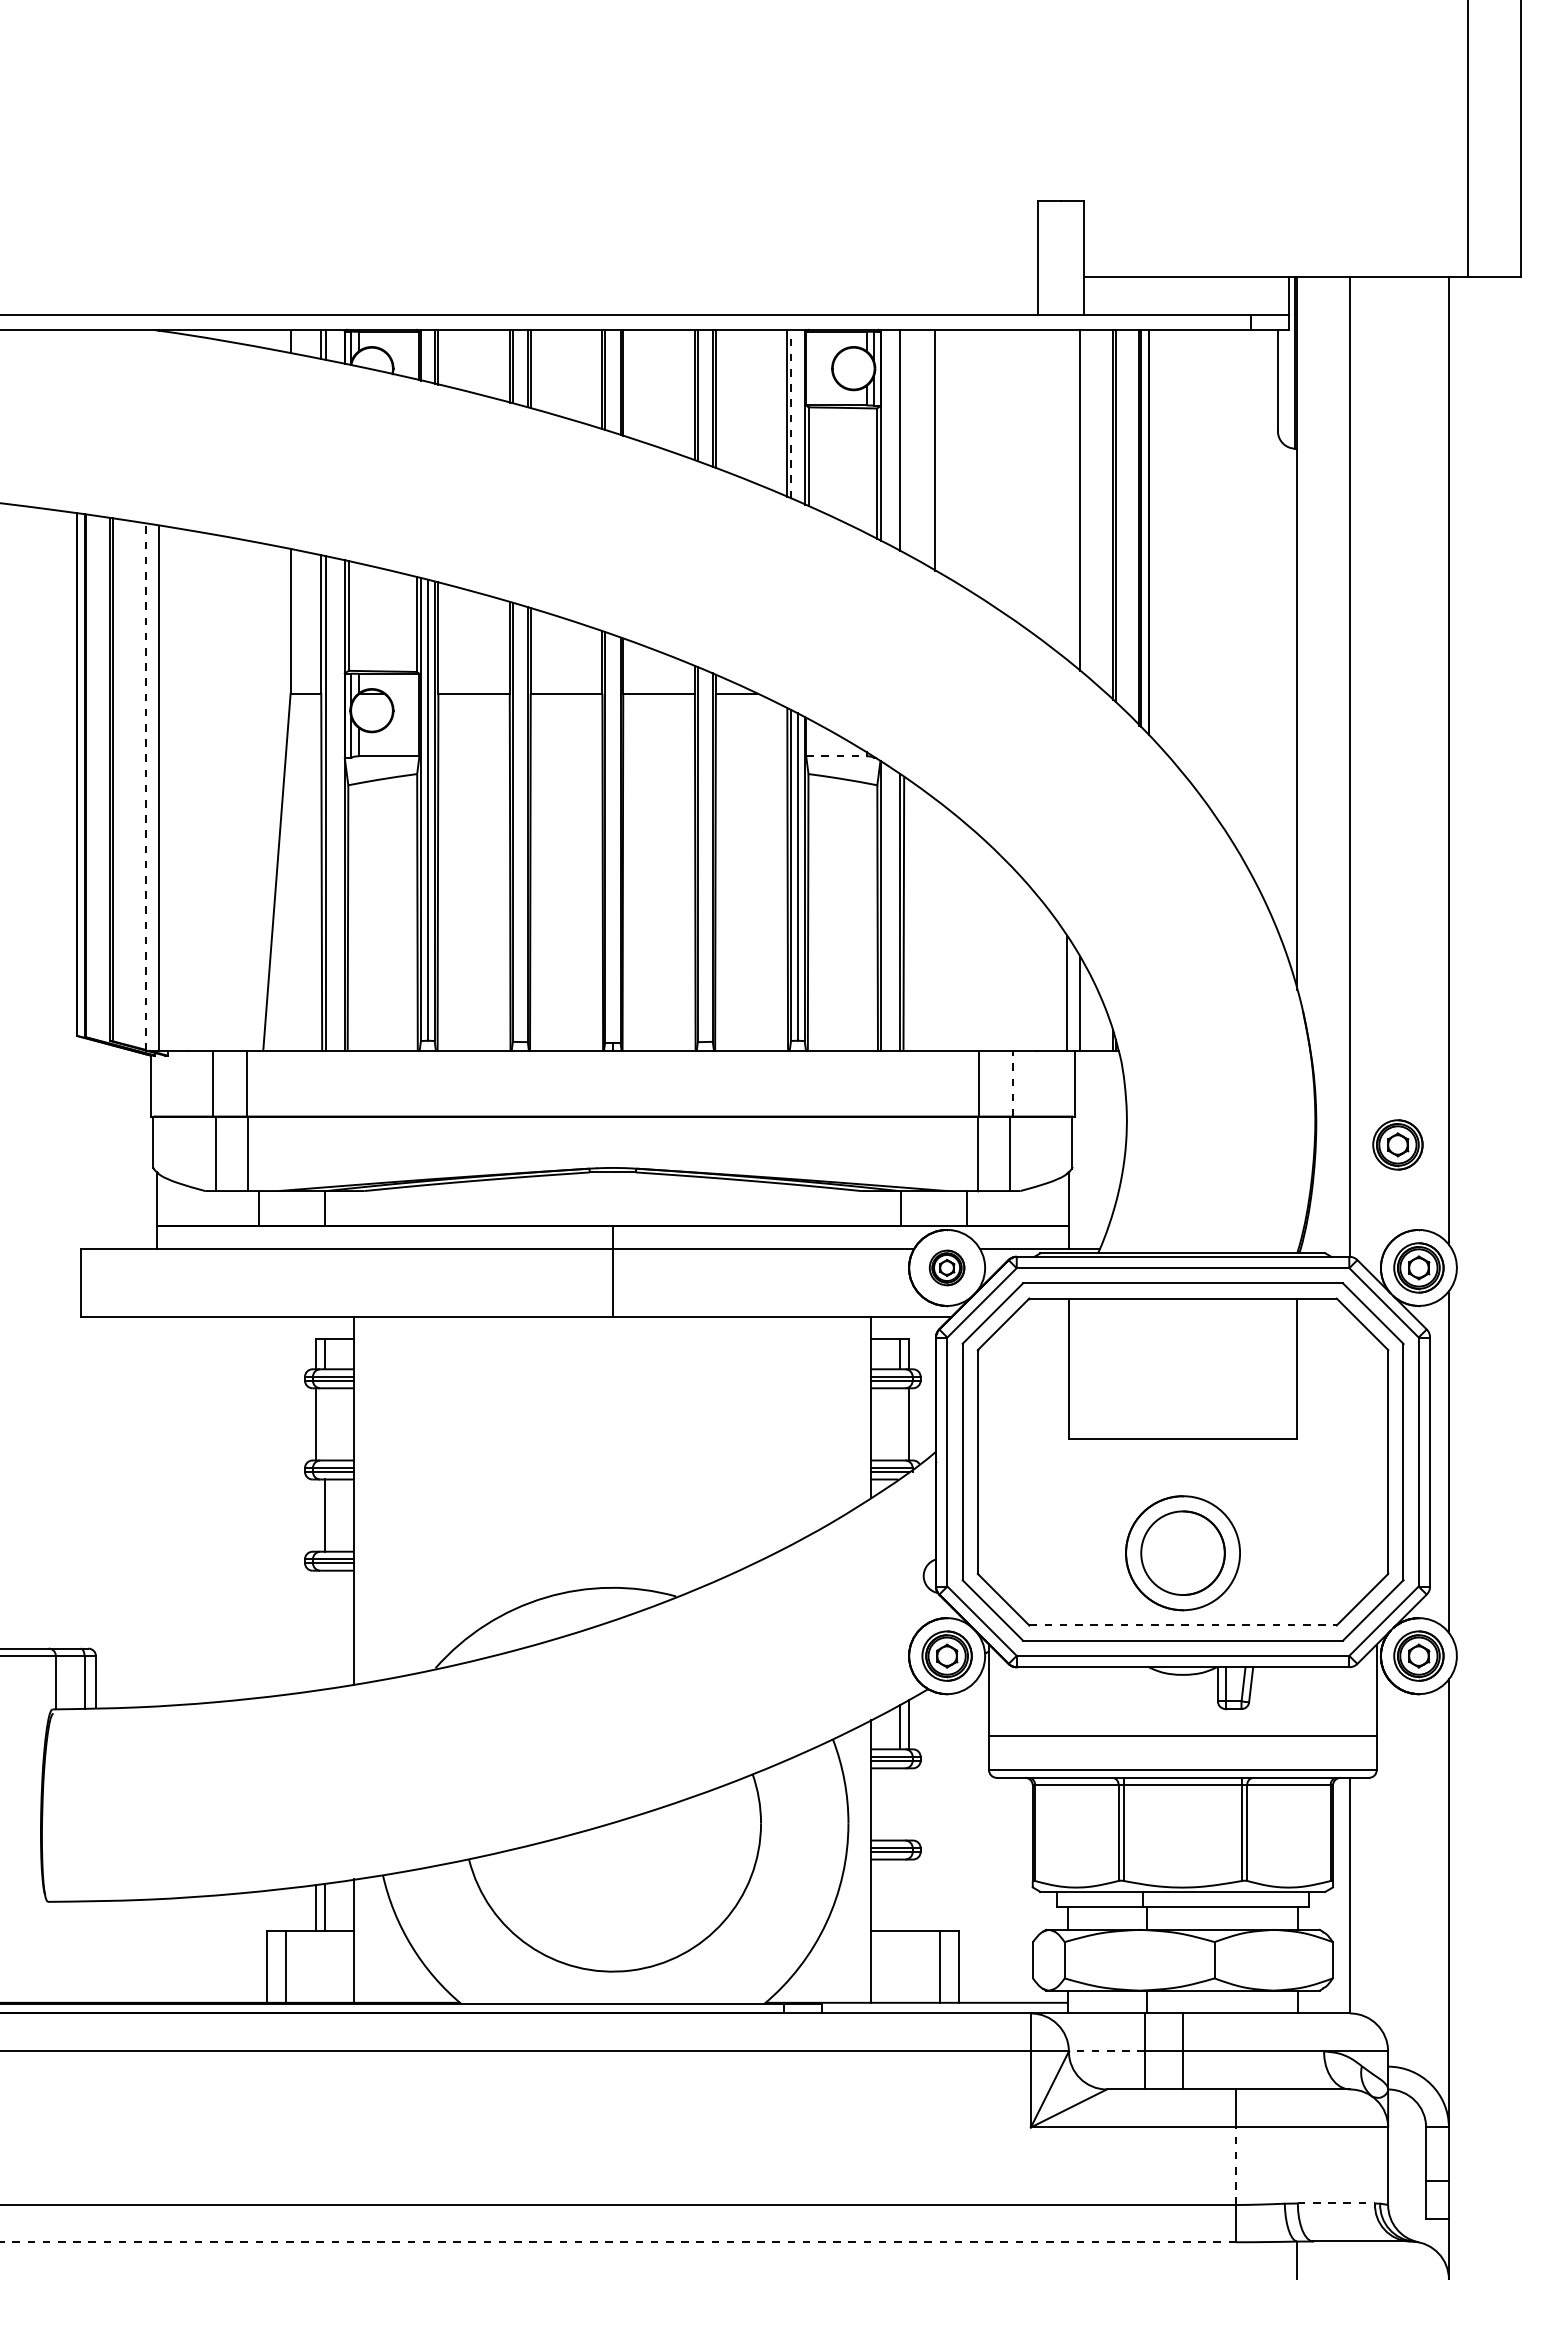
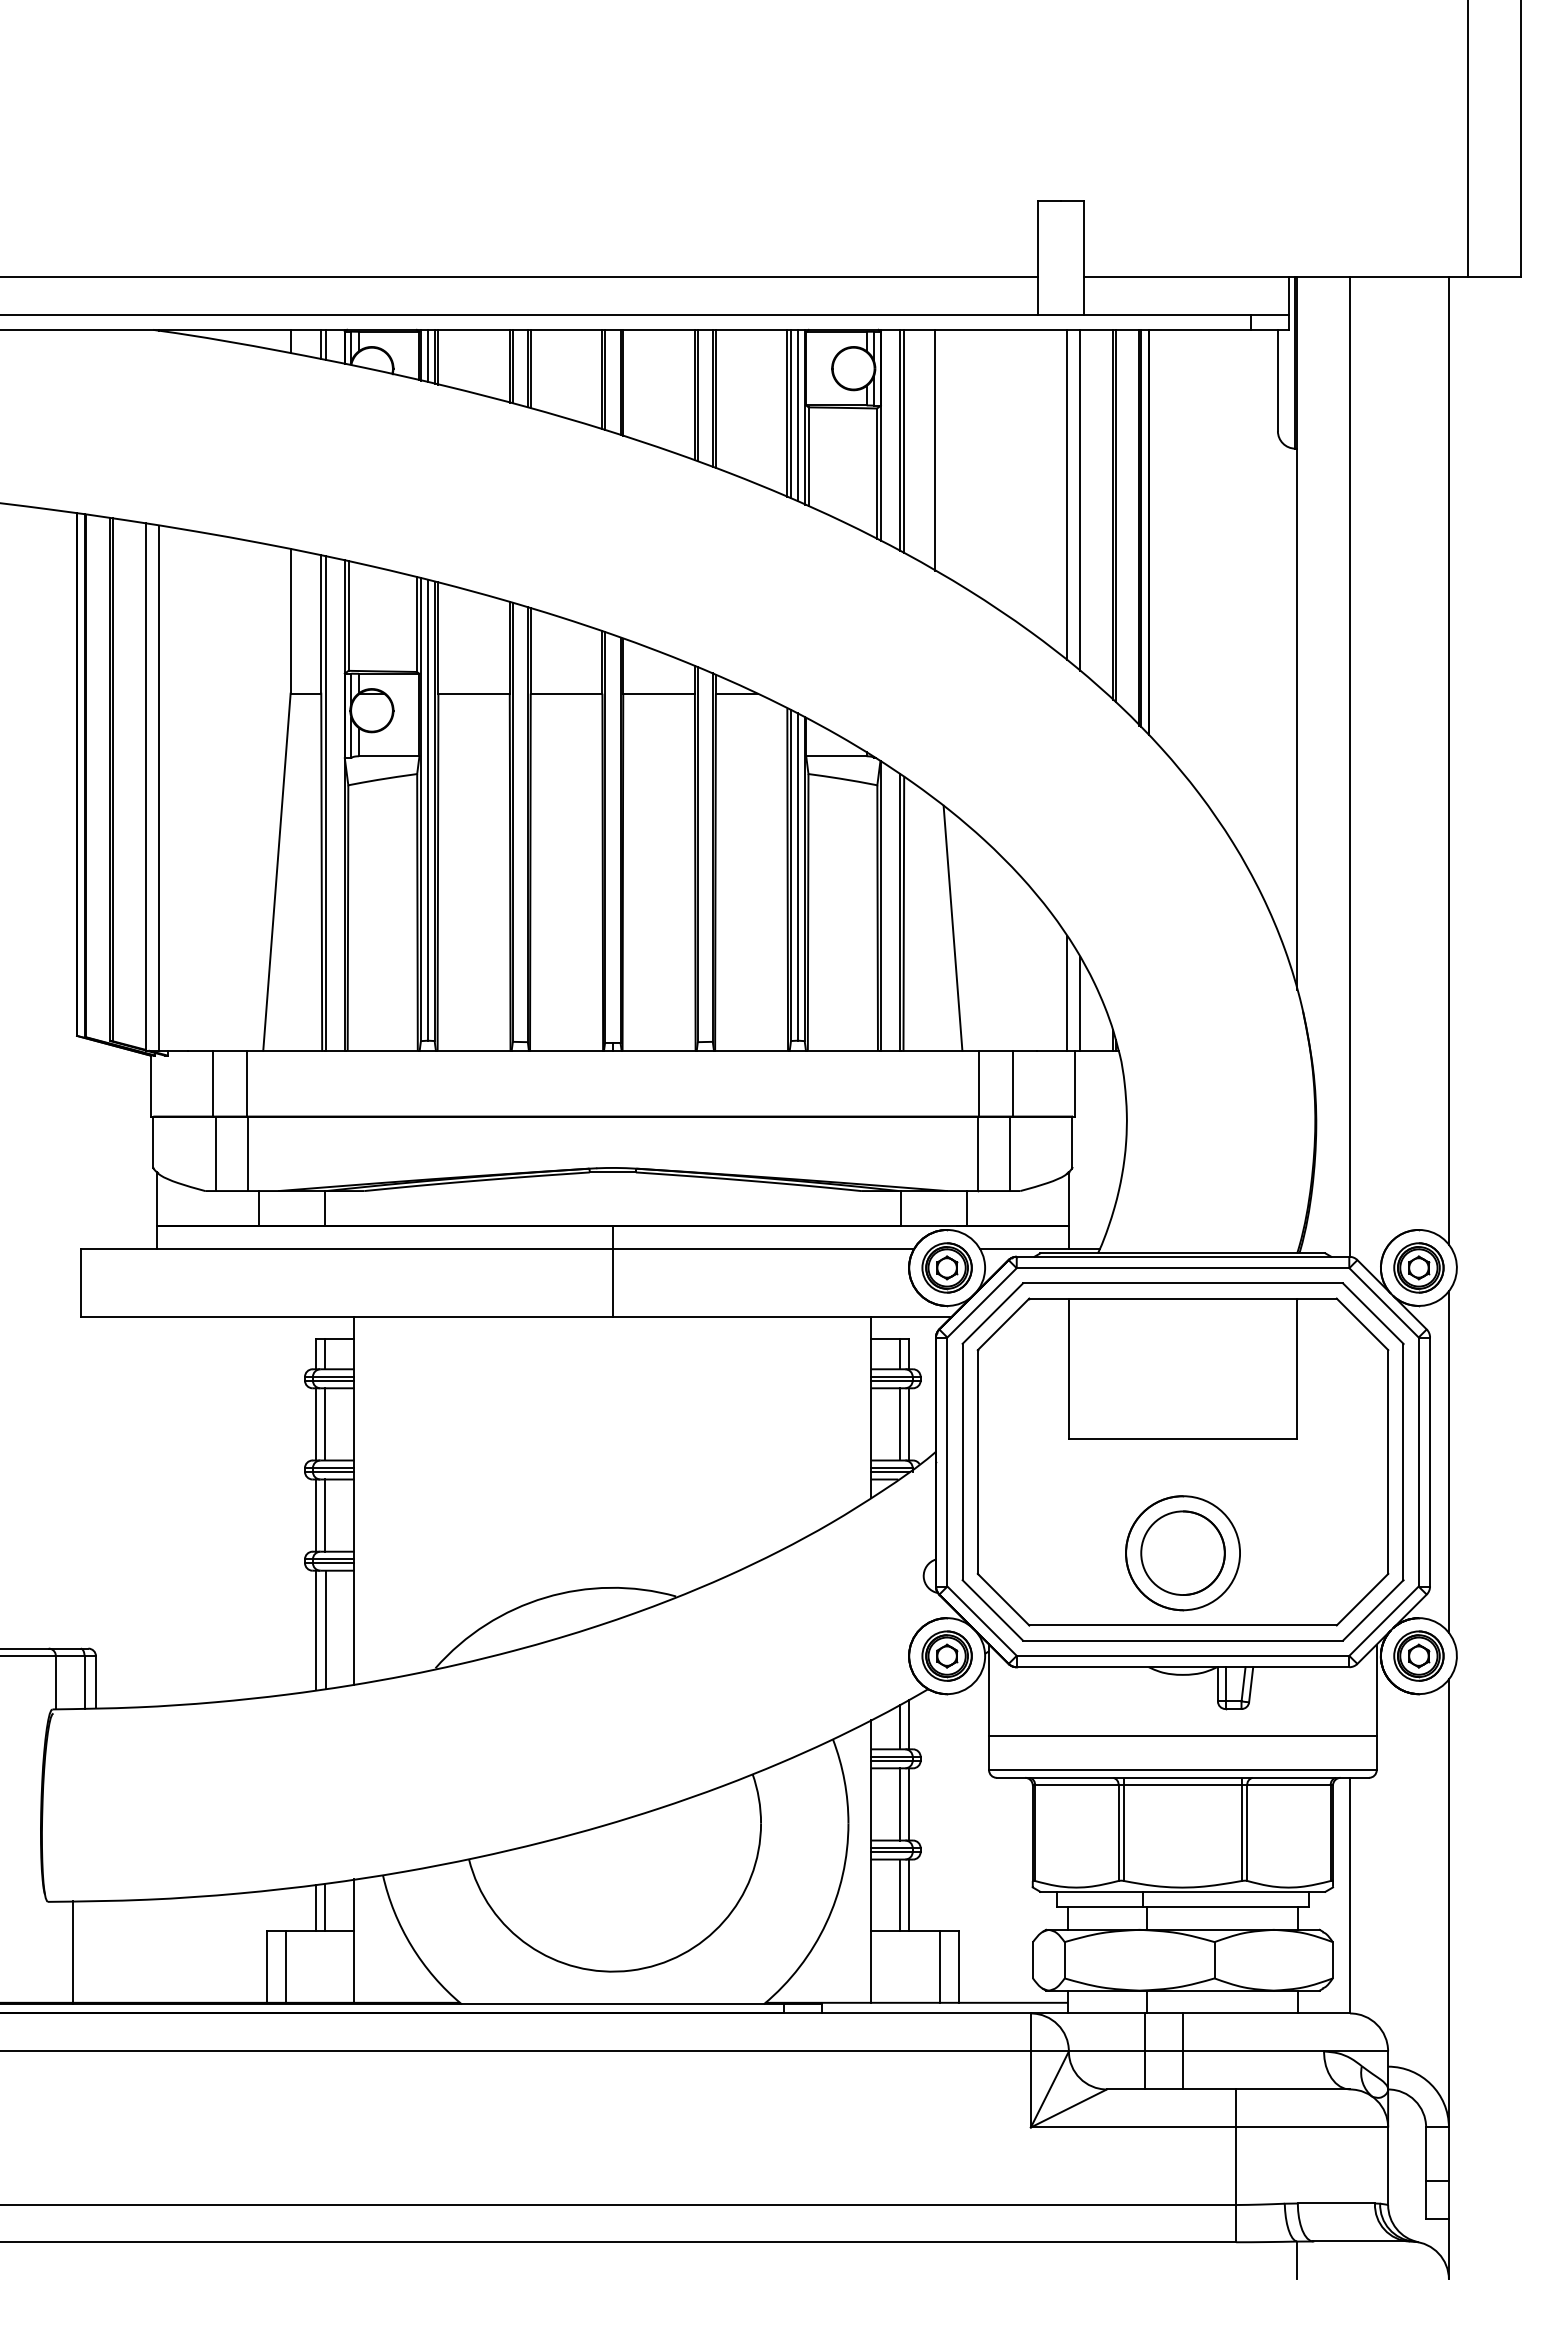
line at (520, 276): none -> present
line at (427, 355): none -> present
line at (791, 413): dashed -> solid
line at (797, 415): none -> present
line at (904, 441): none -> present
line at (1066, 494): none -> present
line at (836, 756): dashed -> solid
line at (145, 787): dashed -> solid
line at (952, 927): none -> present
line at (1012, 1083): dashed -> solid
part at (1397, 1144): present -> none
part at (946, 1267) size: 38x38 px -> 52x52 px
line at (325, 1424): none -> present
line at (900, 1424): none -> present
line at (316, 1515): none -> present
line at (1183, 1625): dashed -> solid
line at (325, 1629): none -> present
line at (316, 1630): none -> present
line at (900, 1804): none -> present
line at (909, 1804): none -> present
line at (900, 1895): none -> present
line at (909, 1895): none -> present
line at (73, 1952): none -> present
line at (1106, 2051): dashed -> solid
line at (1236, 2166): dashed -> solid
line at (1336, 2203): dashed -> solid
line at (618, 2242): dashed -> solid
